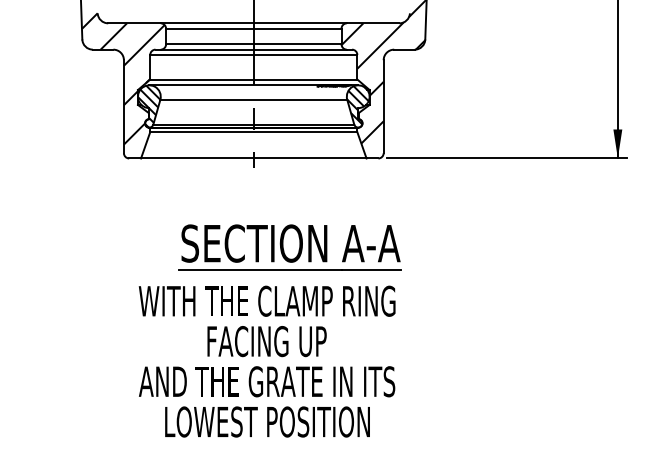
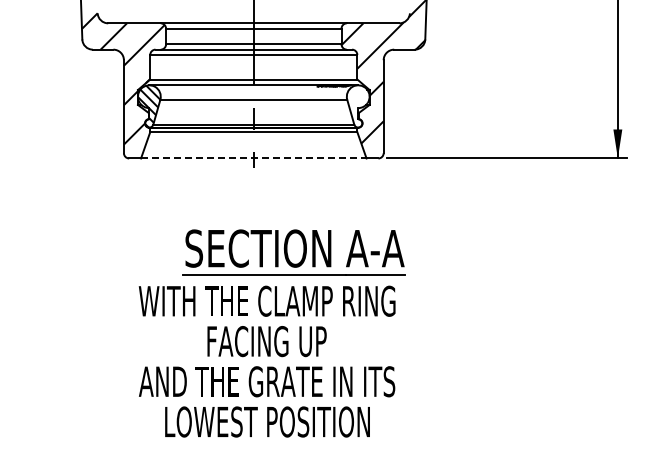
hatch at (357, 105): present -> none
line at (253, 158): solid -> dashed
part at (289, 247) position: (289, 247) -> (293, 252)
